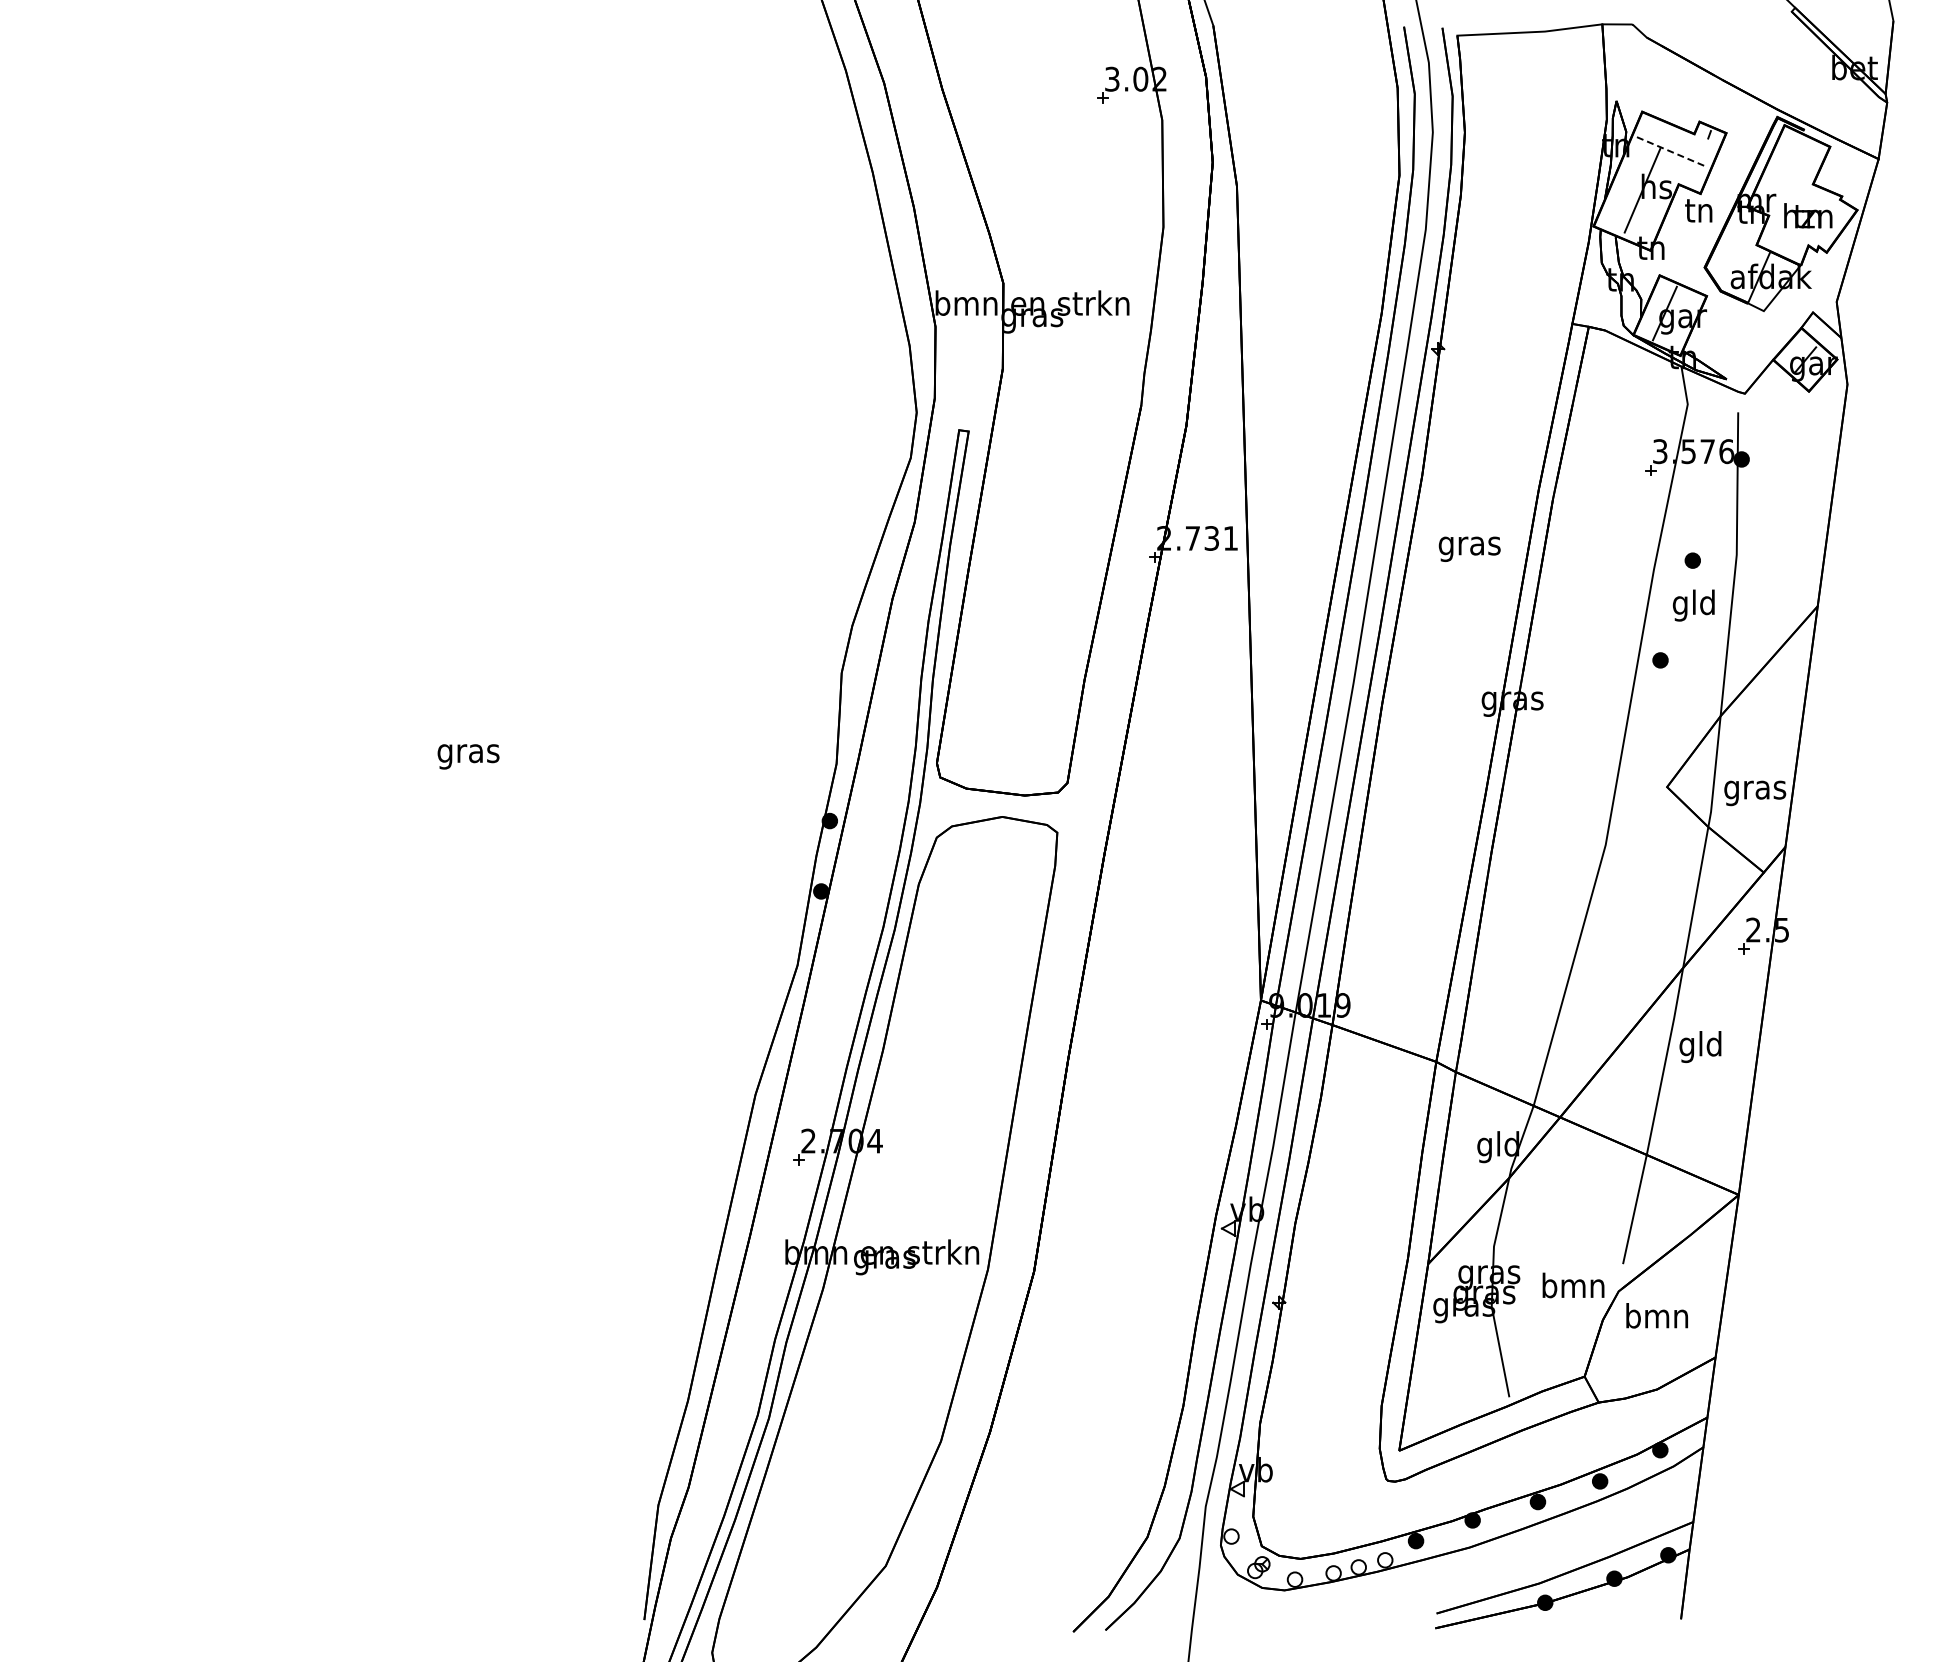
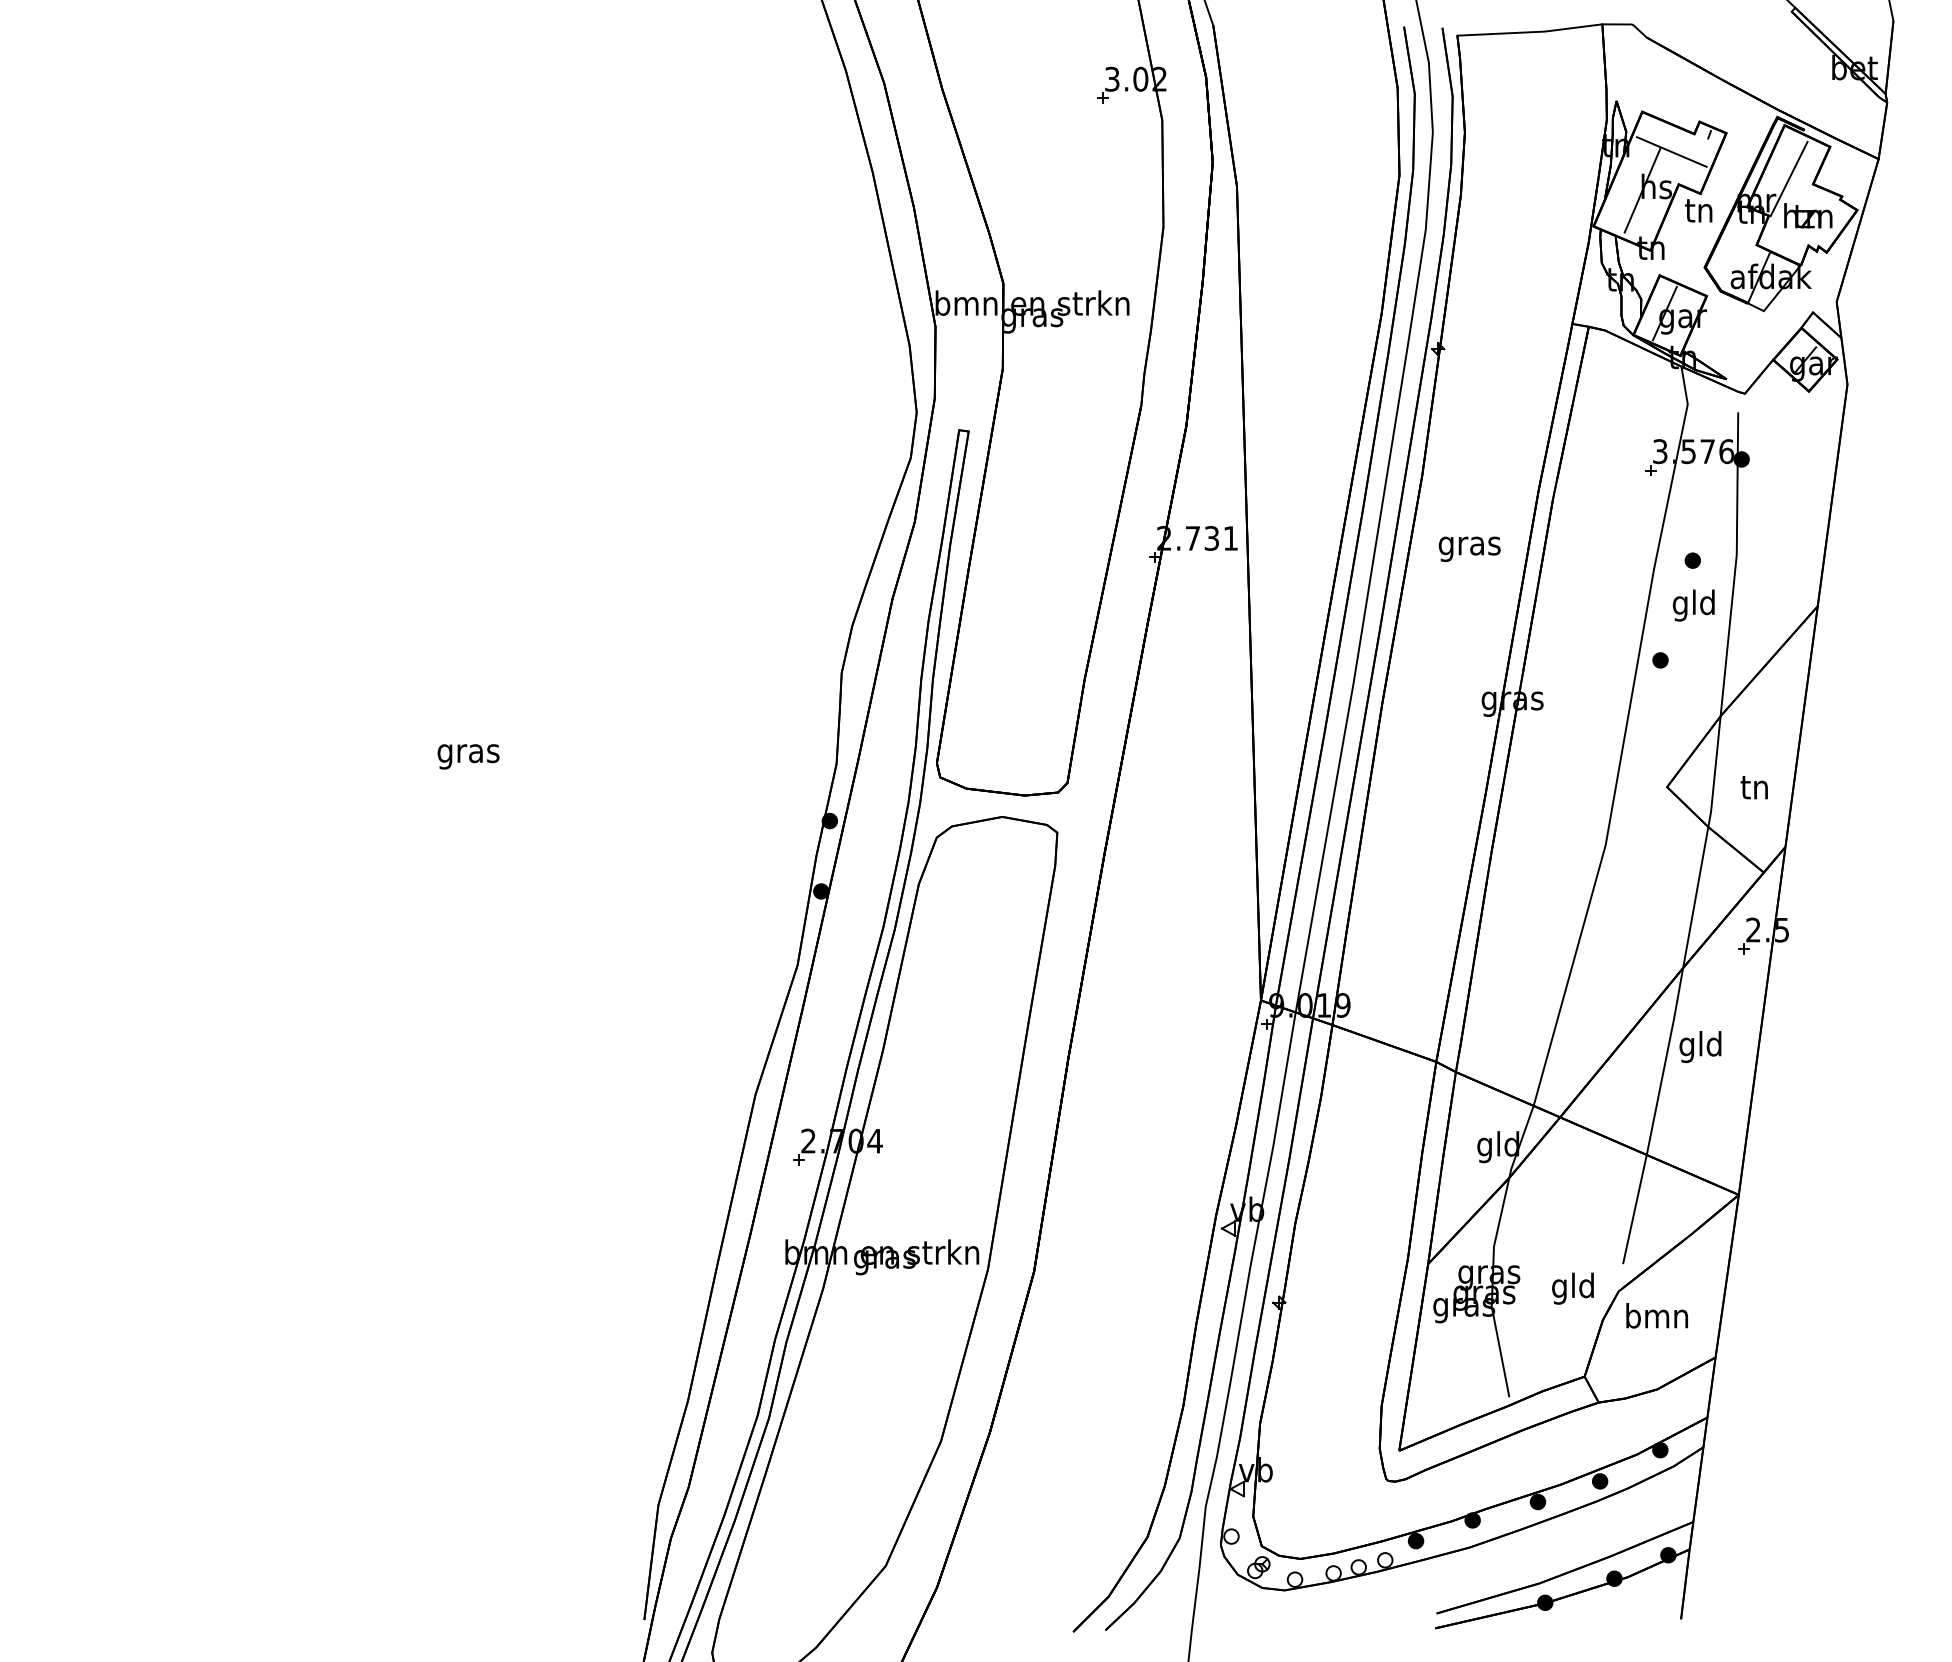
line at (1671, 152): dashed -> solid
line at (1788, 178): none -> present
text at (1755, 791): gras -> tn
text at (1573, 1288): bmn -> gld
